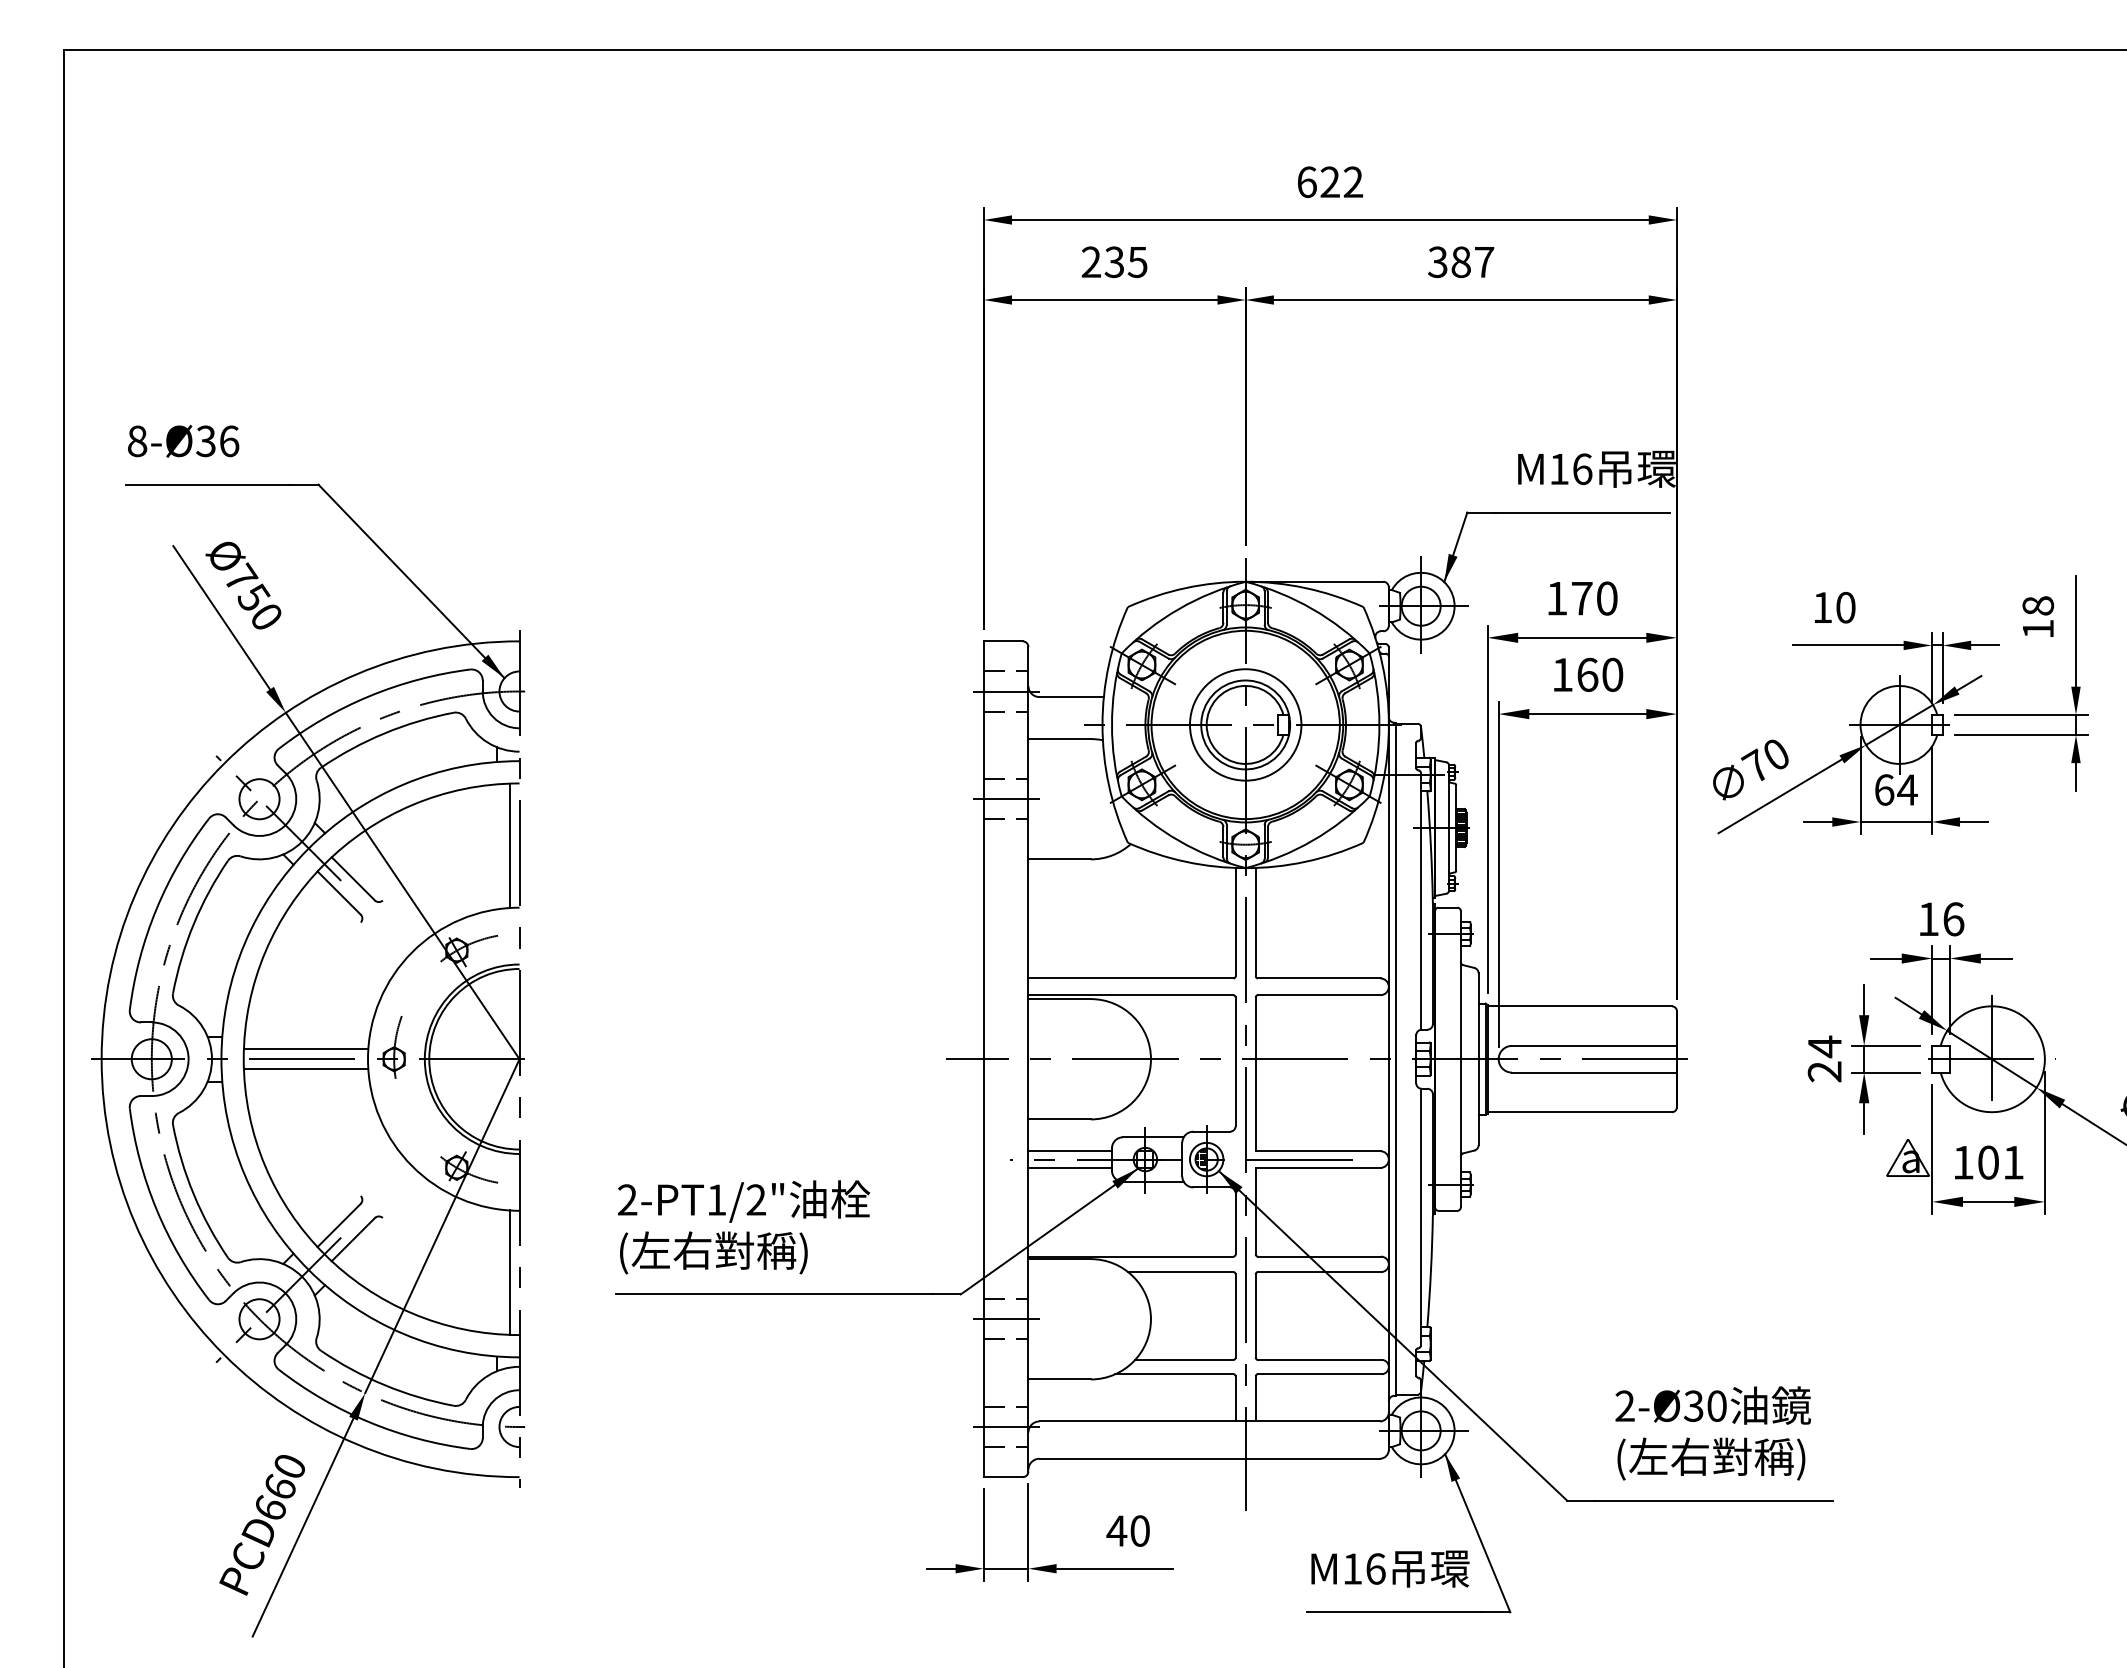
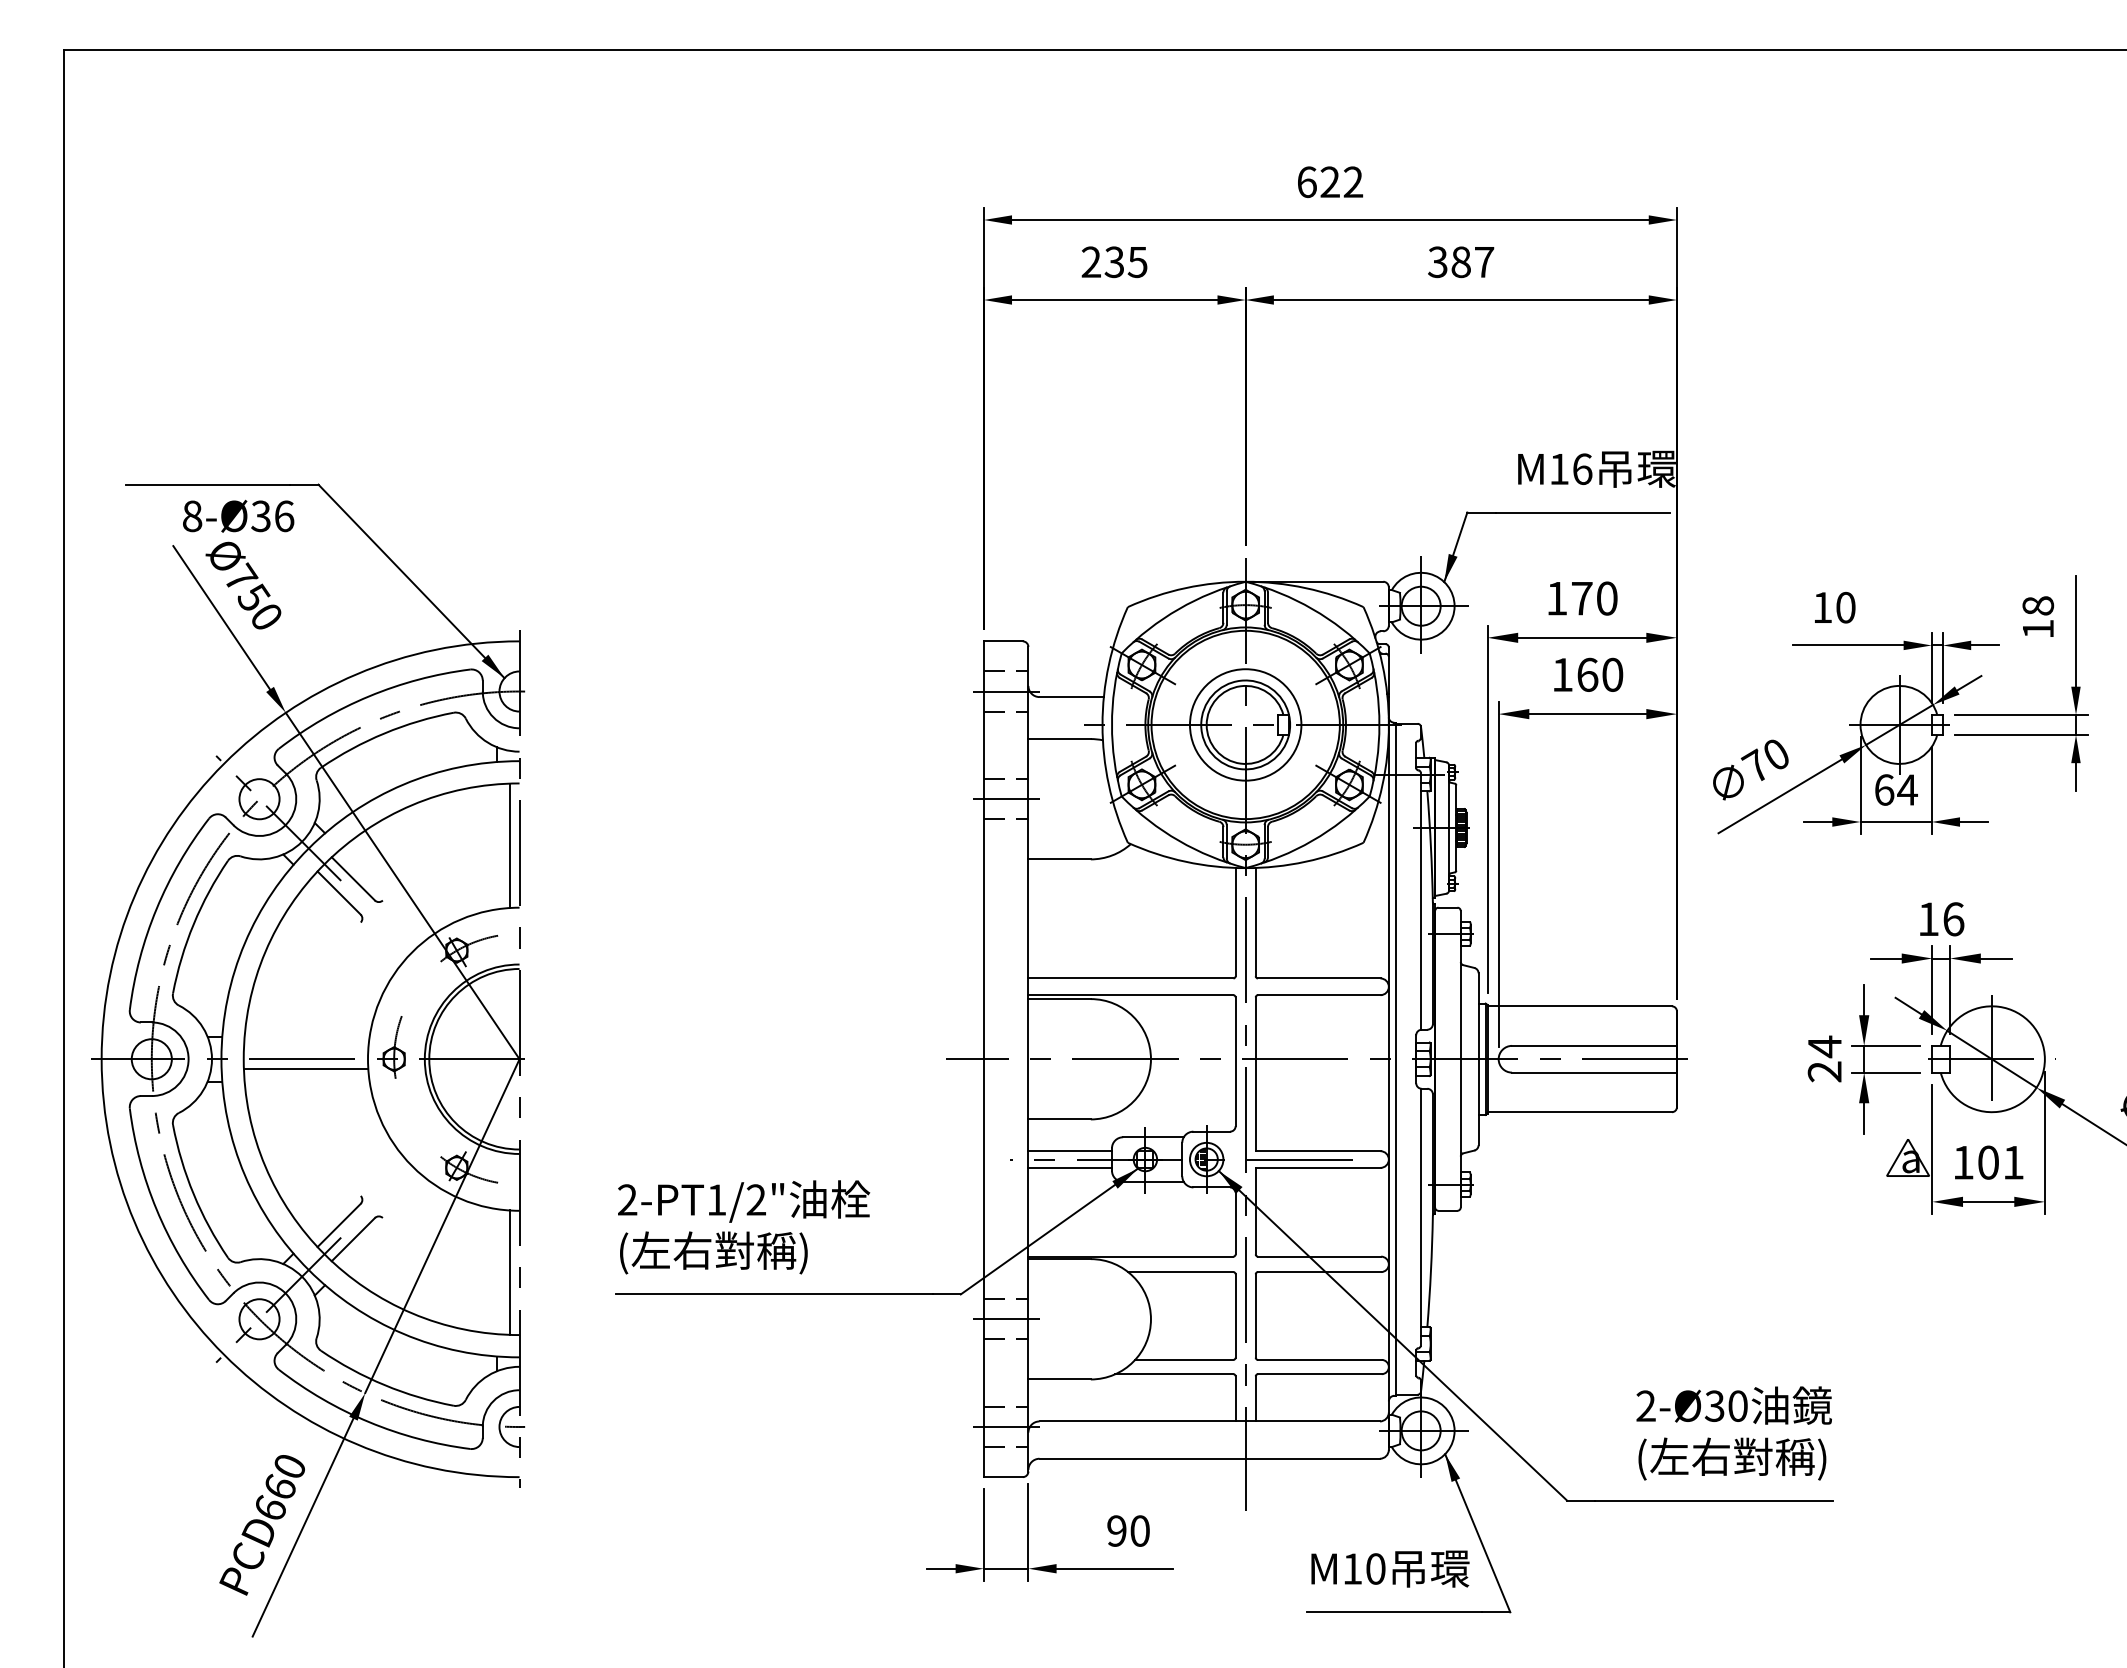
text at (183, 440) position: (183, 440) -> (238, 515)
line at (305, 1049): present -> none
text at (1712, 1433) position: (1712, 1433) -> (1733, 1433)
text at (1116, 1530): 40 -> 90
text at (1375, 1568): M16 -> M10
